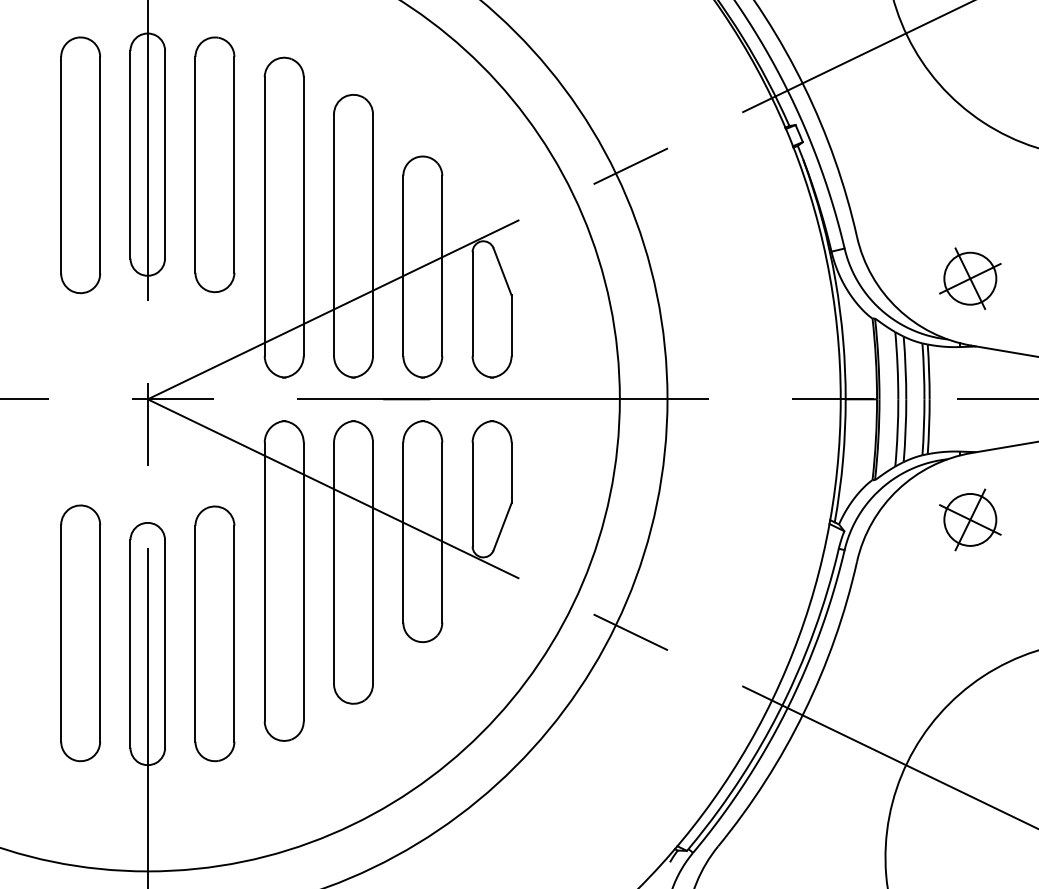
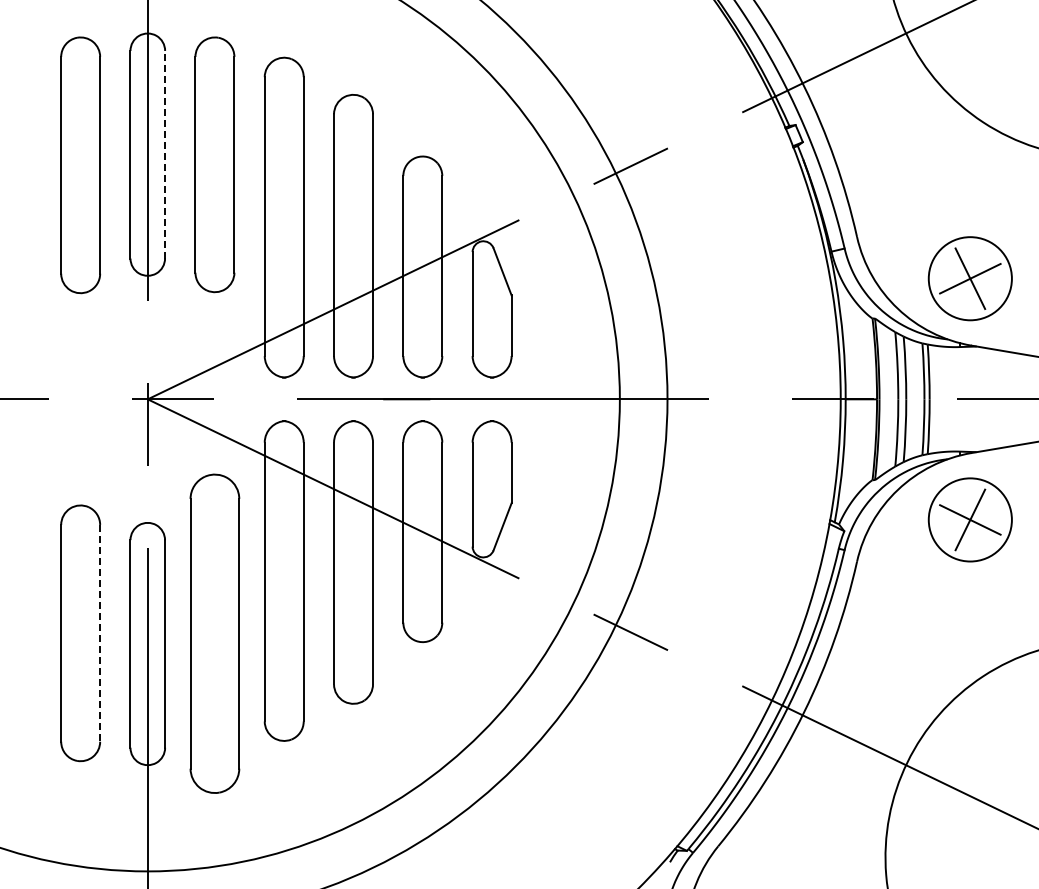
line at (165, 154): solid -> dashed
circle at (970, 278) diameter: 52 px -> 83 px
circle at (970, 519) diameter: 52 px -> 83 px
line at (100, 633): solid -> dashed
part at (214, 633) size: 42x258 px -> 52x321 px
